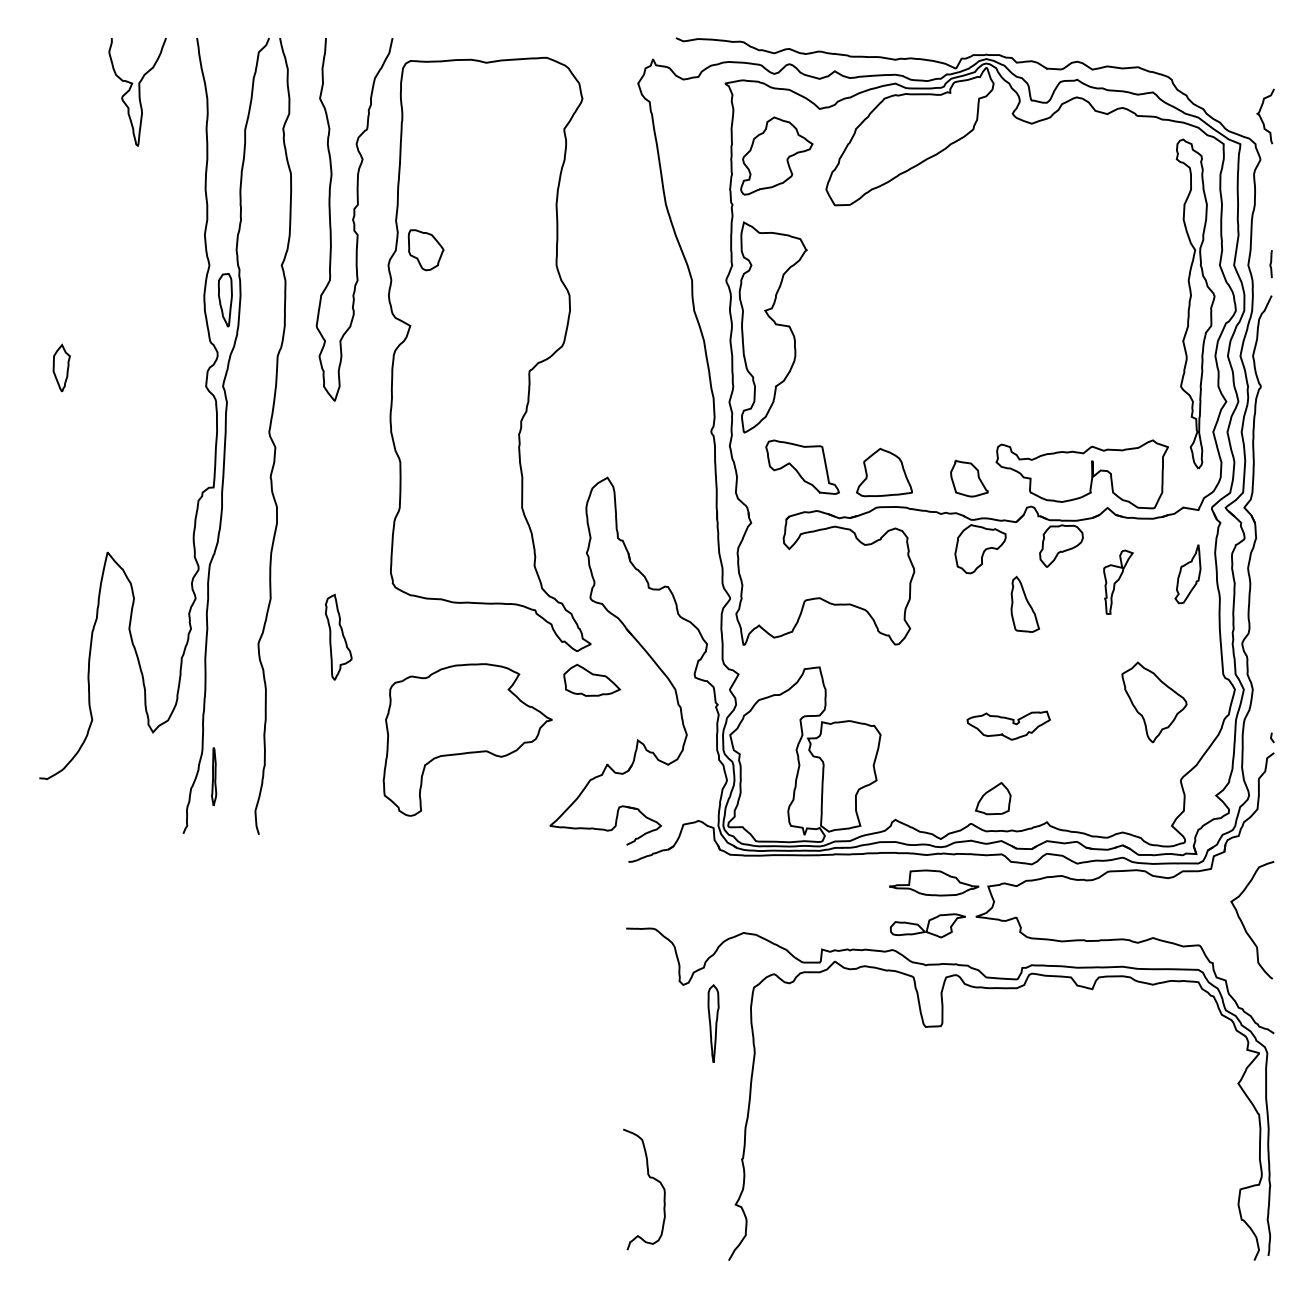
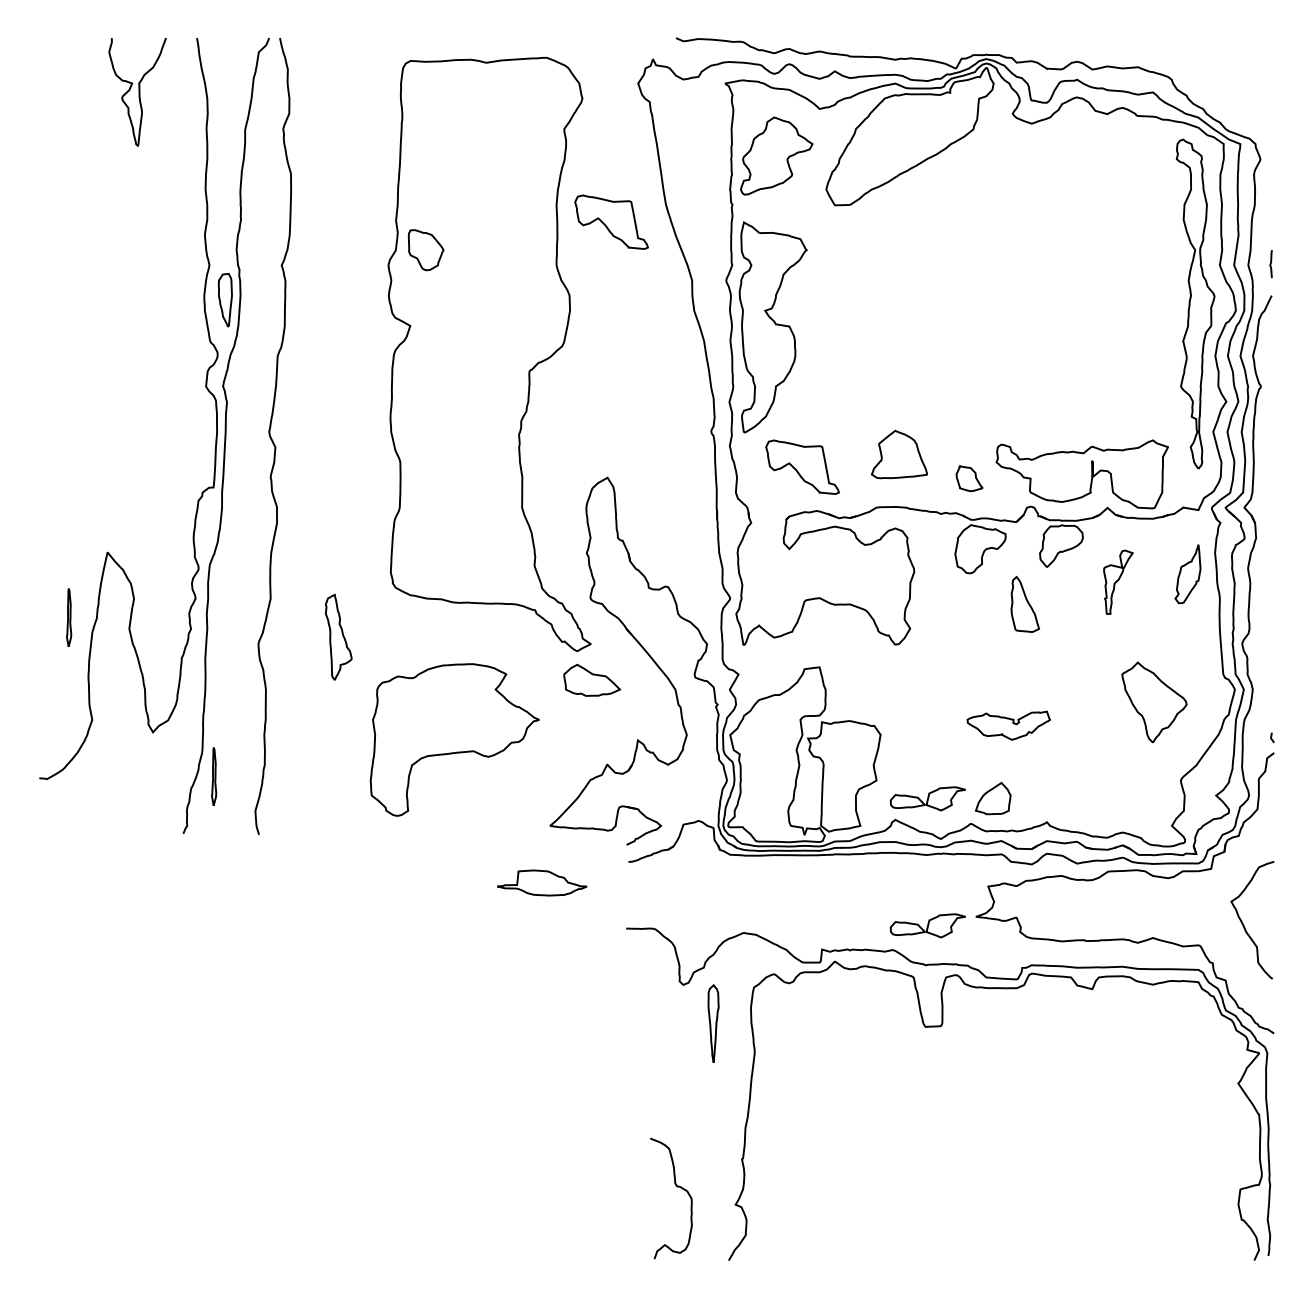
curve at (1261, 117): present -> none
curve at (354, 219): present -> none
part at (611, 221): none -> present
part at (61, 367): present -> none
part at (884, 472) position: (884, 472) -> (899, 454)
part at (969, 478) size: 39x39 px -> 29x27 px
part at (69, 617): none -> present
part at (467, 739) position: (467, 739) -> (454, 739)
part at (927, 798): none -> present
part at (934, 882) position: (934, 882) -> (542, 882)
curve at (649, 1178) position: (649, 1178) -> (676, 1187)
